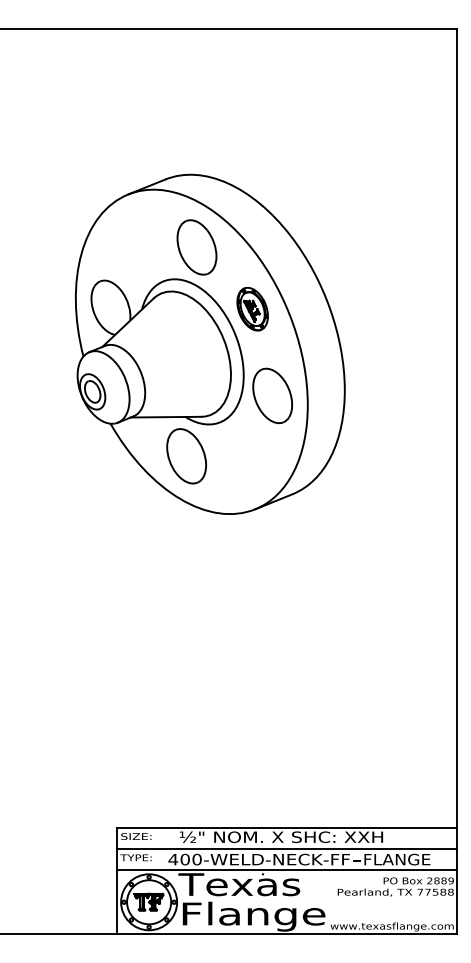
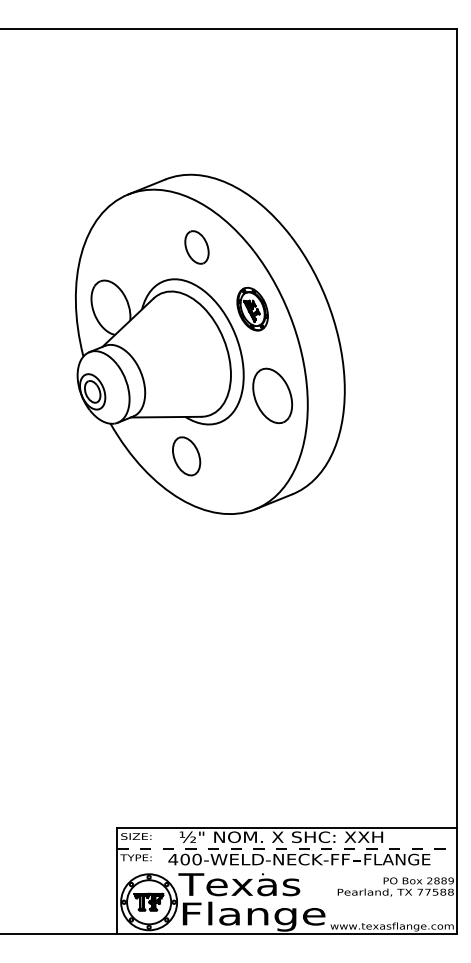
part at (196, 247) size: 42x57 px -> 26x35 px
part at (186, 456) size: 41x57 px -> 30x41 px
line at (287, 849): solid -> dashed
line at (286, 870): present -> none
